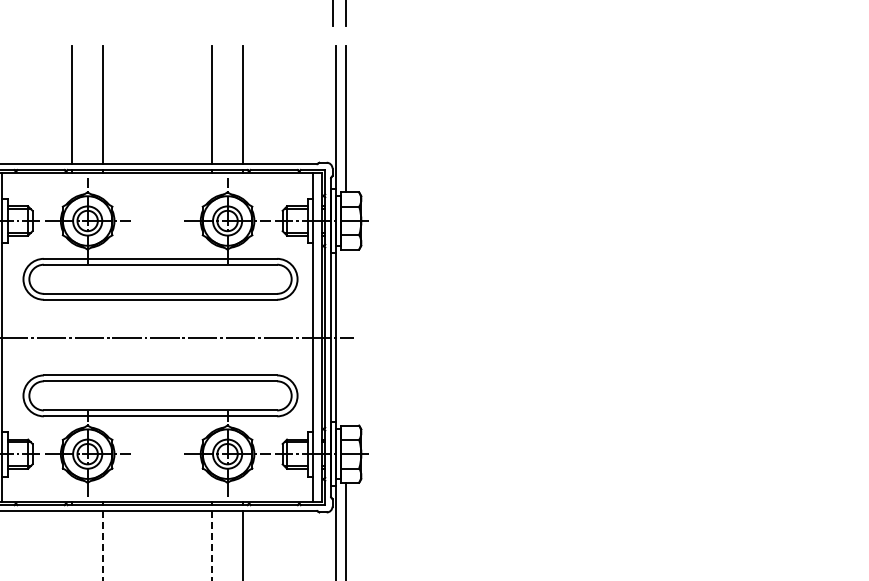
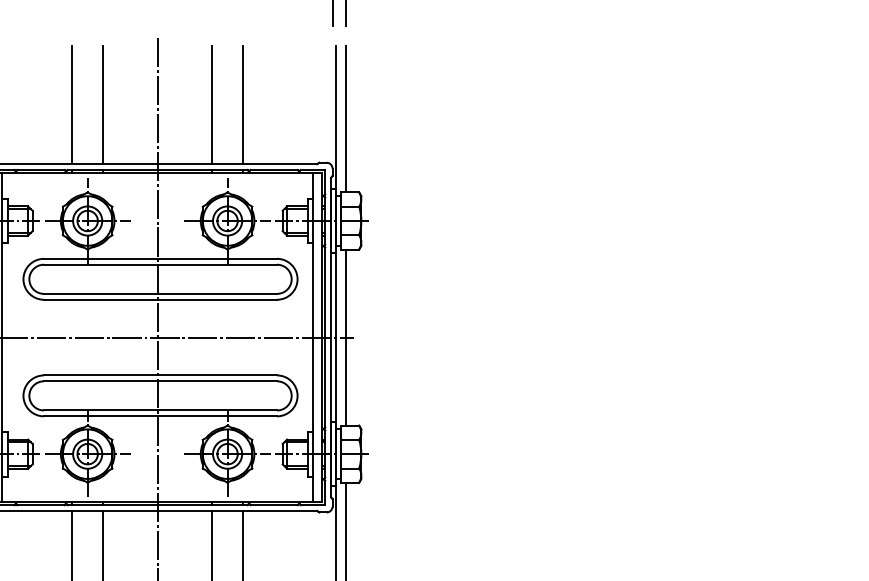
line at (157, 307): none -> present
line at (345, 337): none -> present
line at (72, 544): none -> present
line at (103, 545): dashed -> solid
line at (212, 545): dashed -> solid
